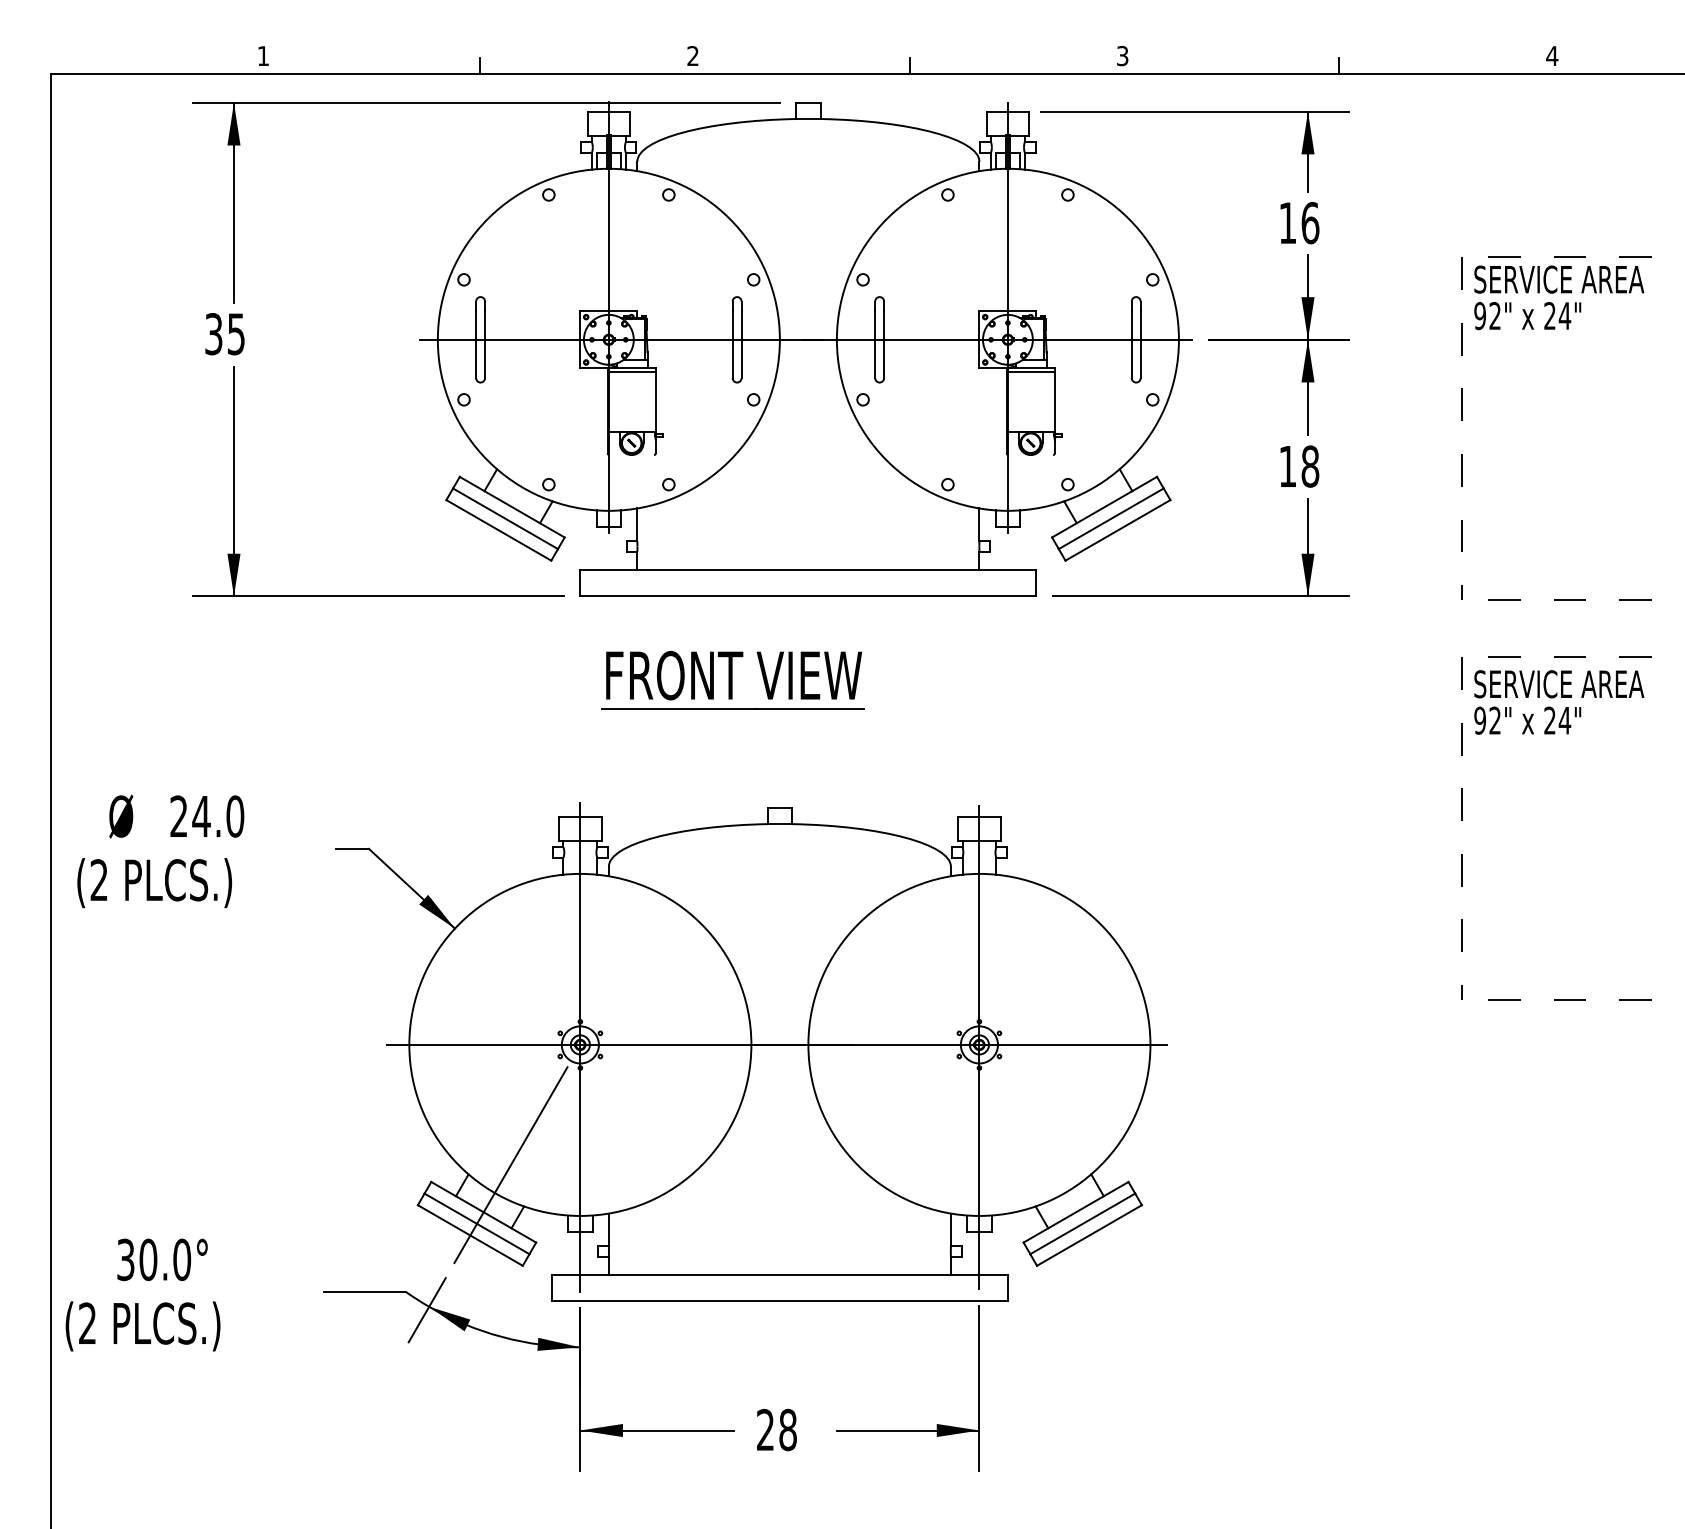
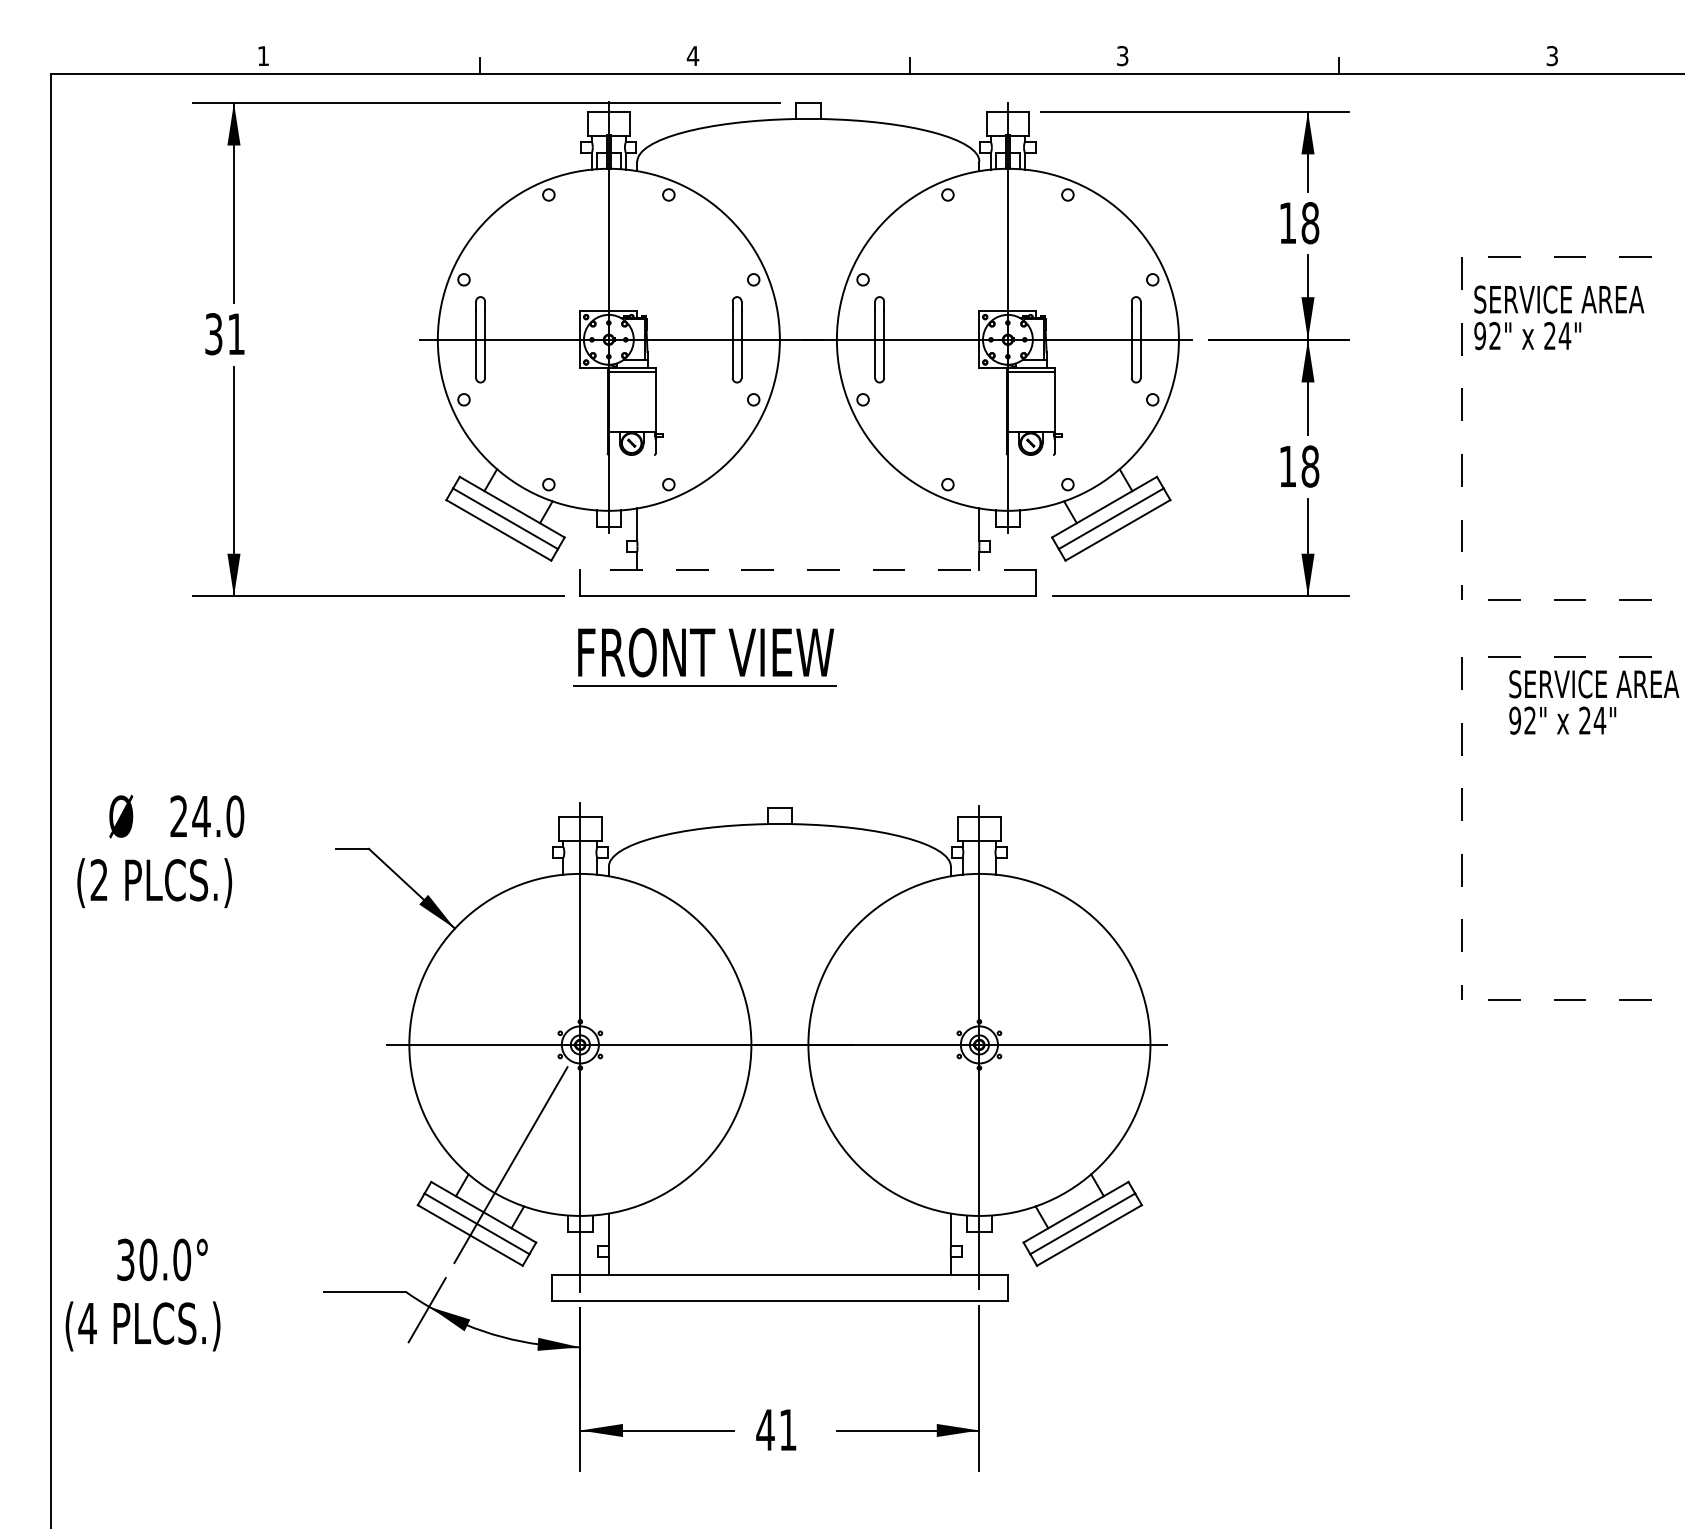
text at (692, 55): 2 -> 4
text at (1552, 56): 4 -> 3
text at (1310, 223): 16 -> 18
text at (1559, 297) position: (1559, 297) -> (1559, 317)
text at (236, 334): 35 -> 31
line at (807, 569): solid -> dashed
part at (732, 679) position: (732, 679) -> (704, 656)
text at (1559, 702) position: (1559, 702) -> (1594, 702)
text at (87, 1322): (2 -> (4
text at (776, 1429): 28 -> 41
